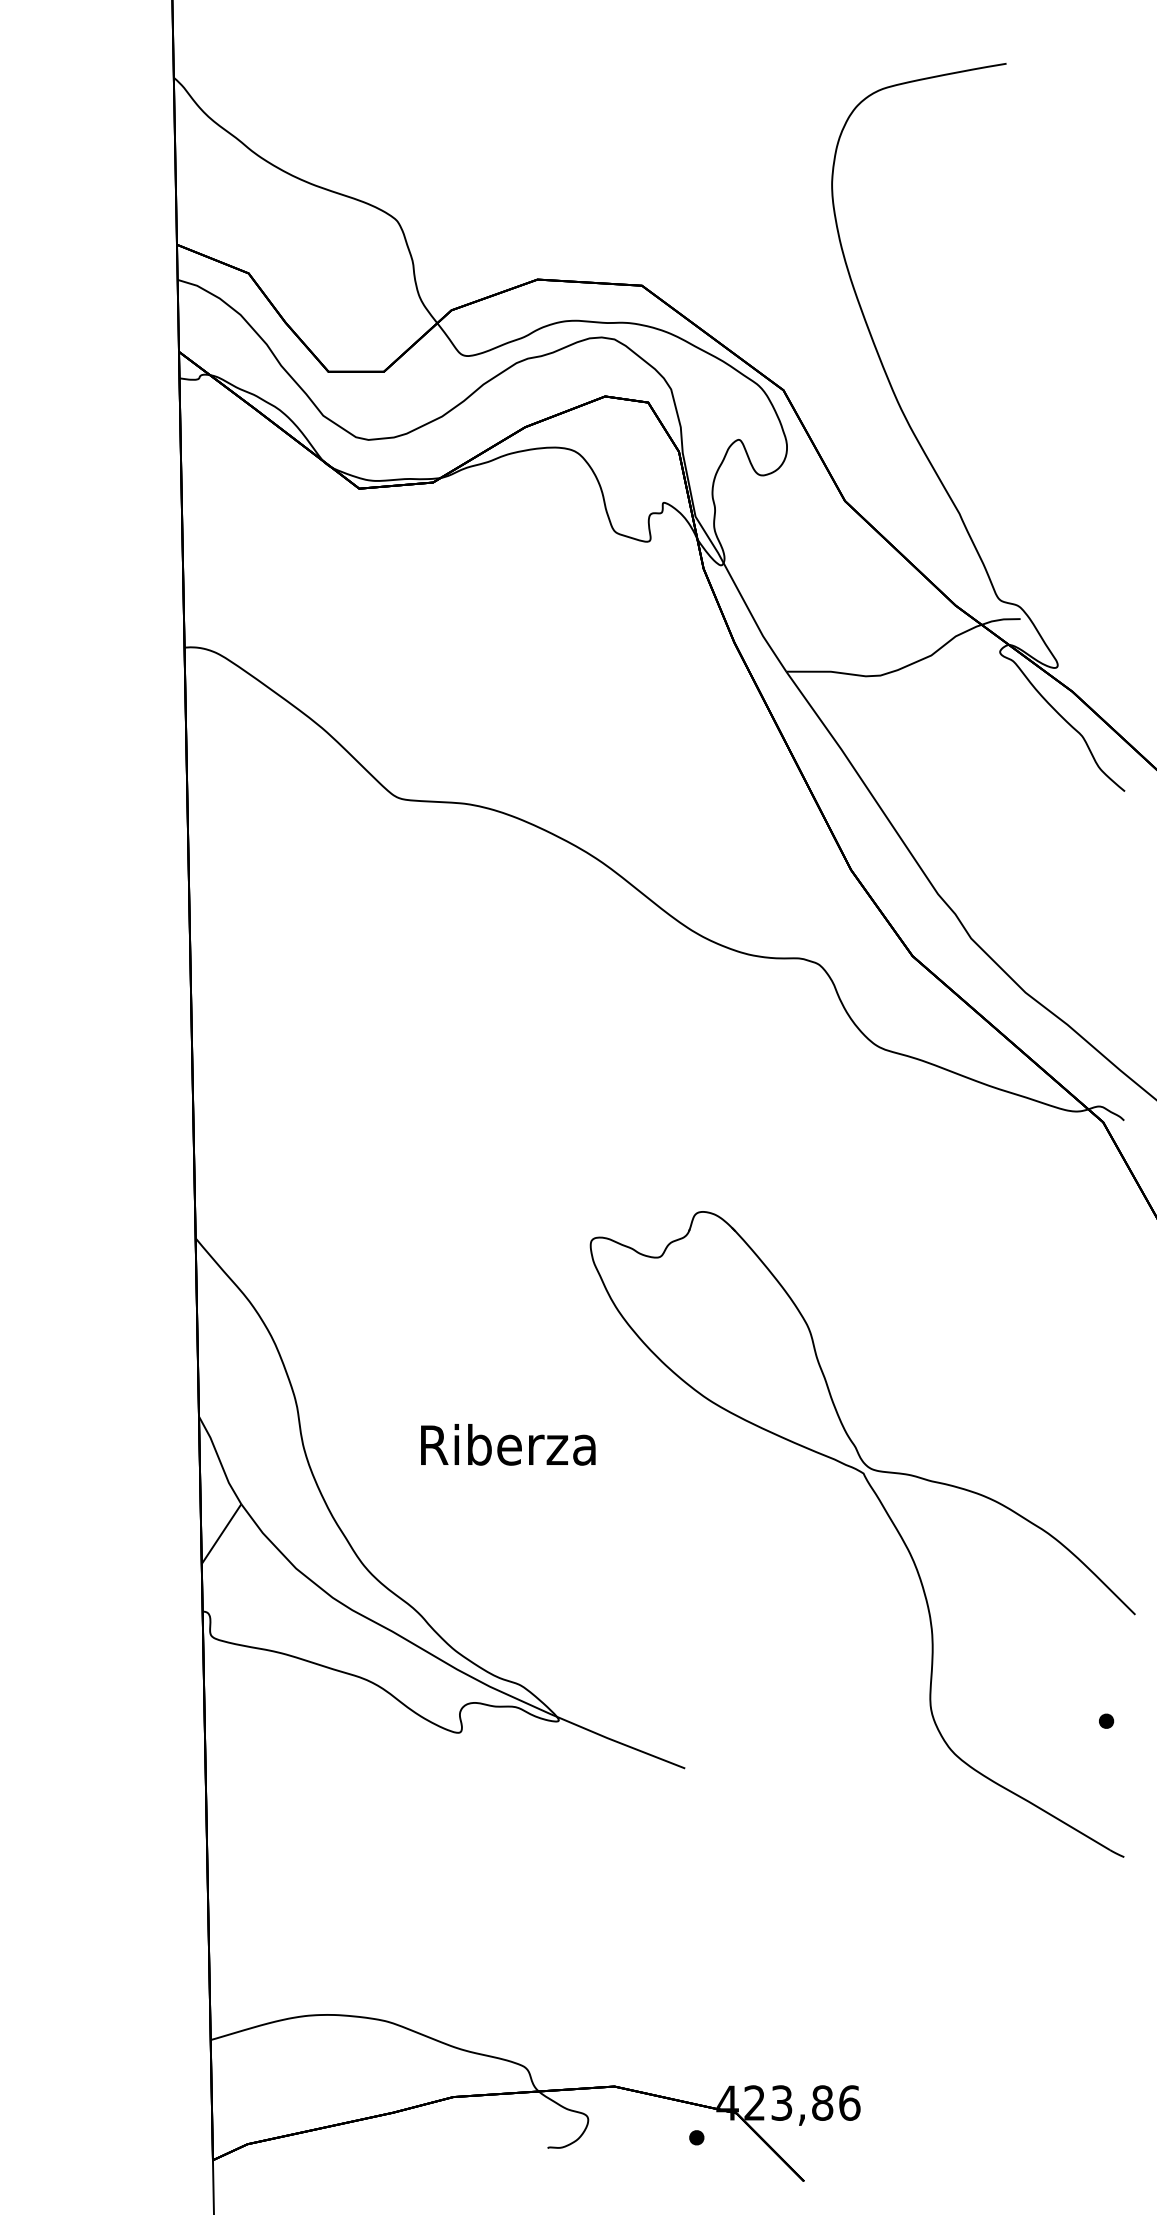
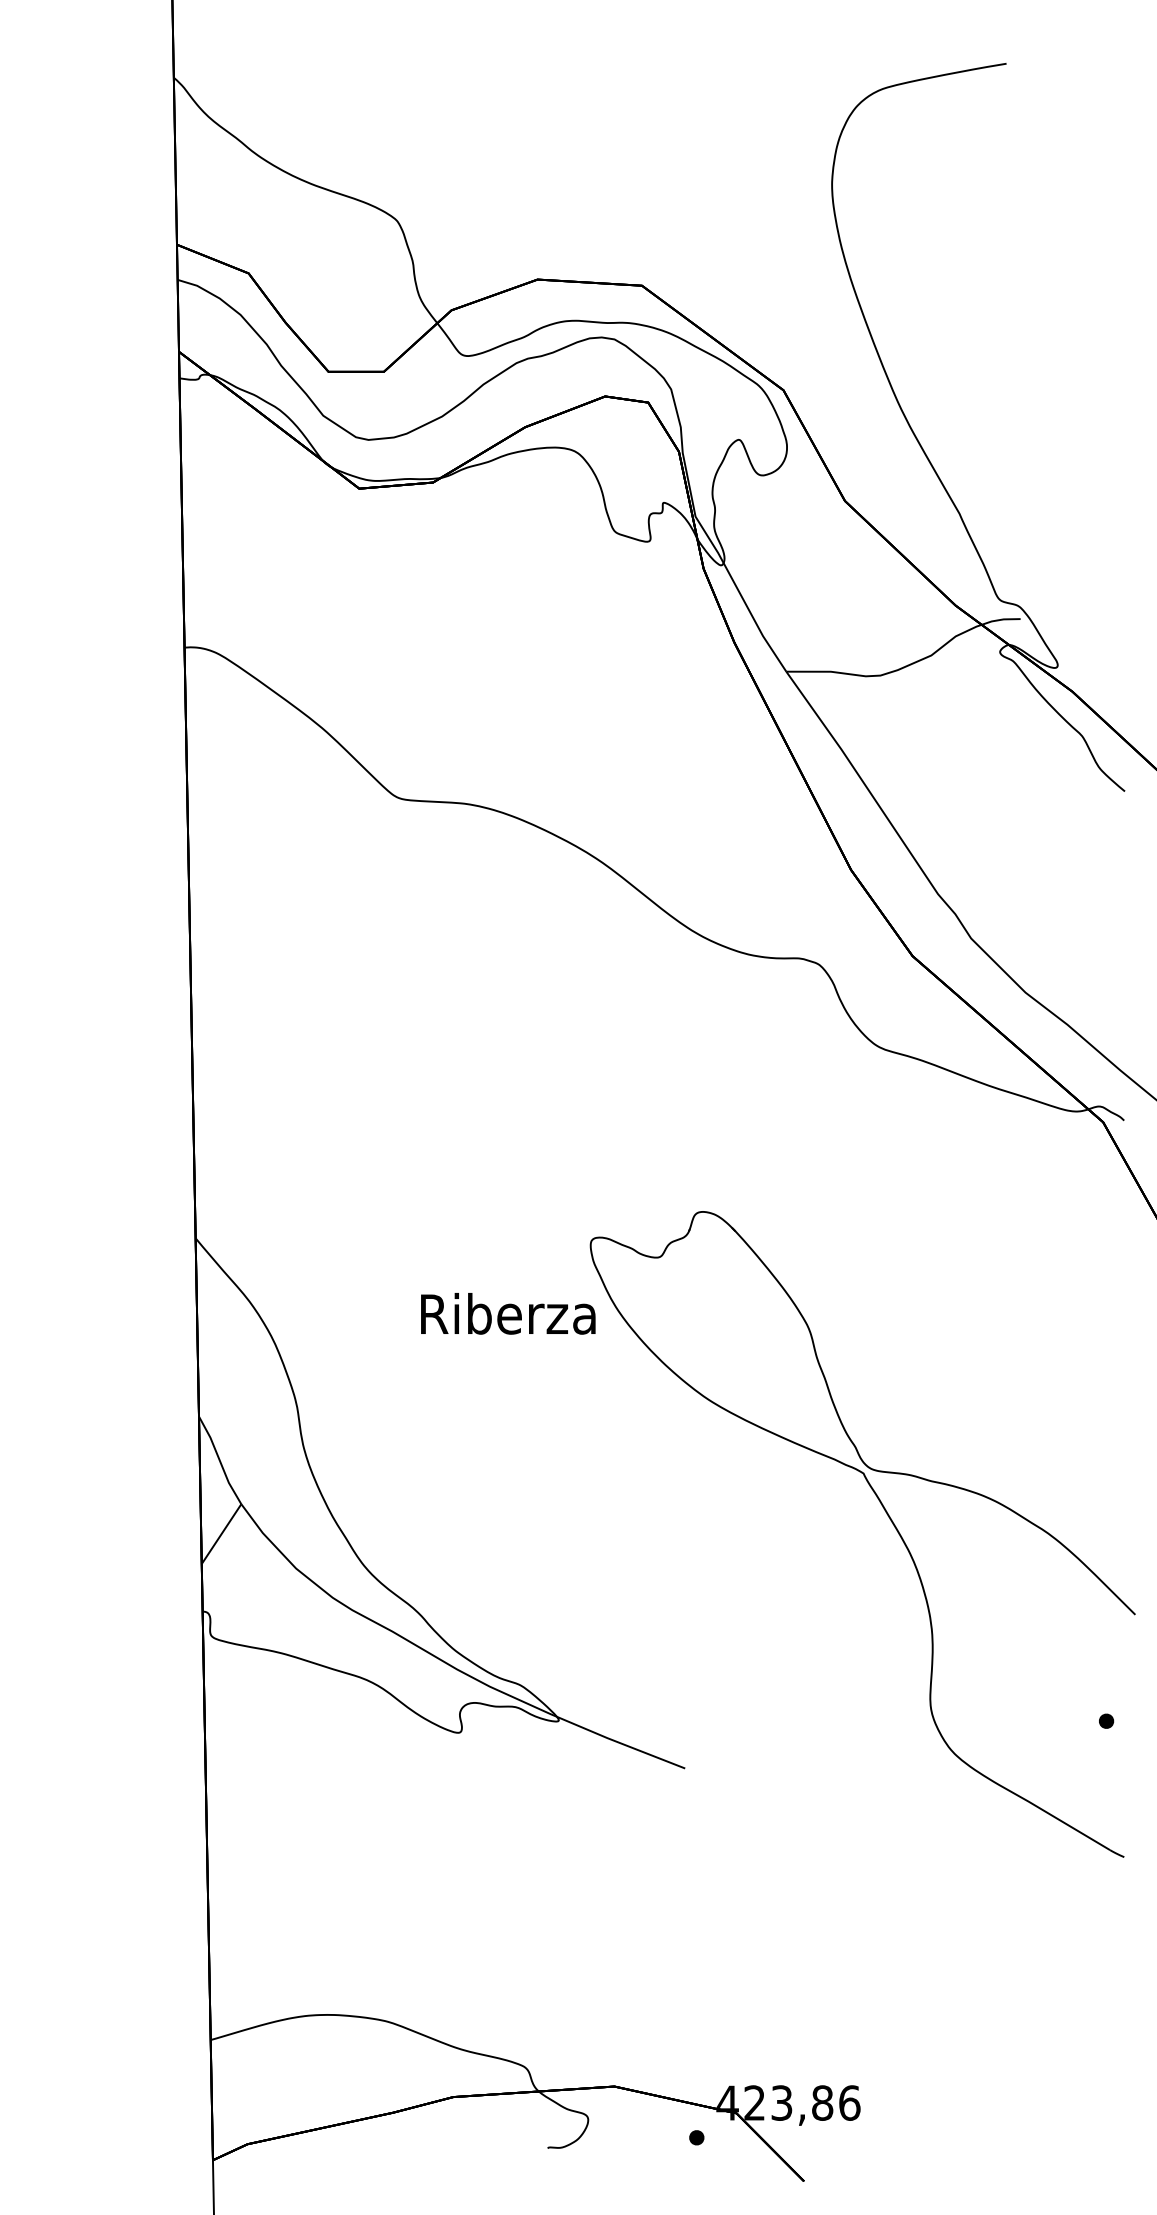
text at (508, 1444) position: (508, 1444) -> (508, 1313)
